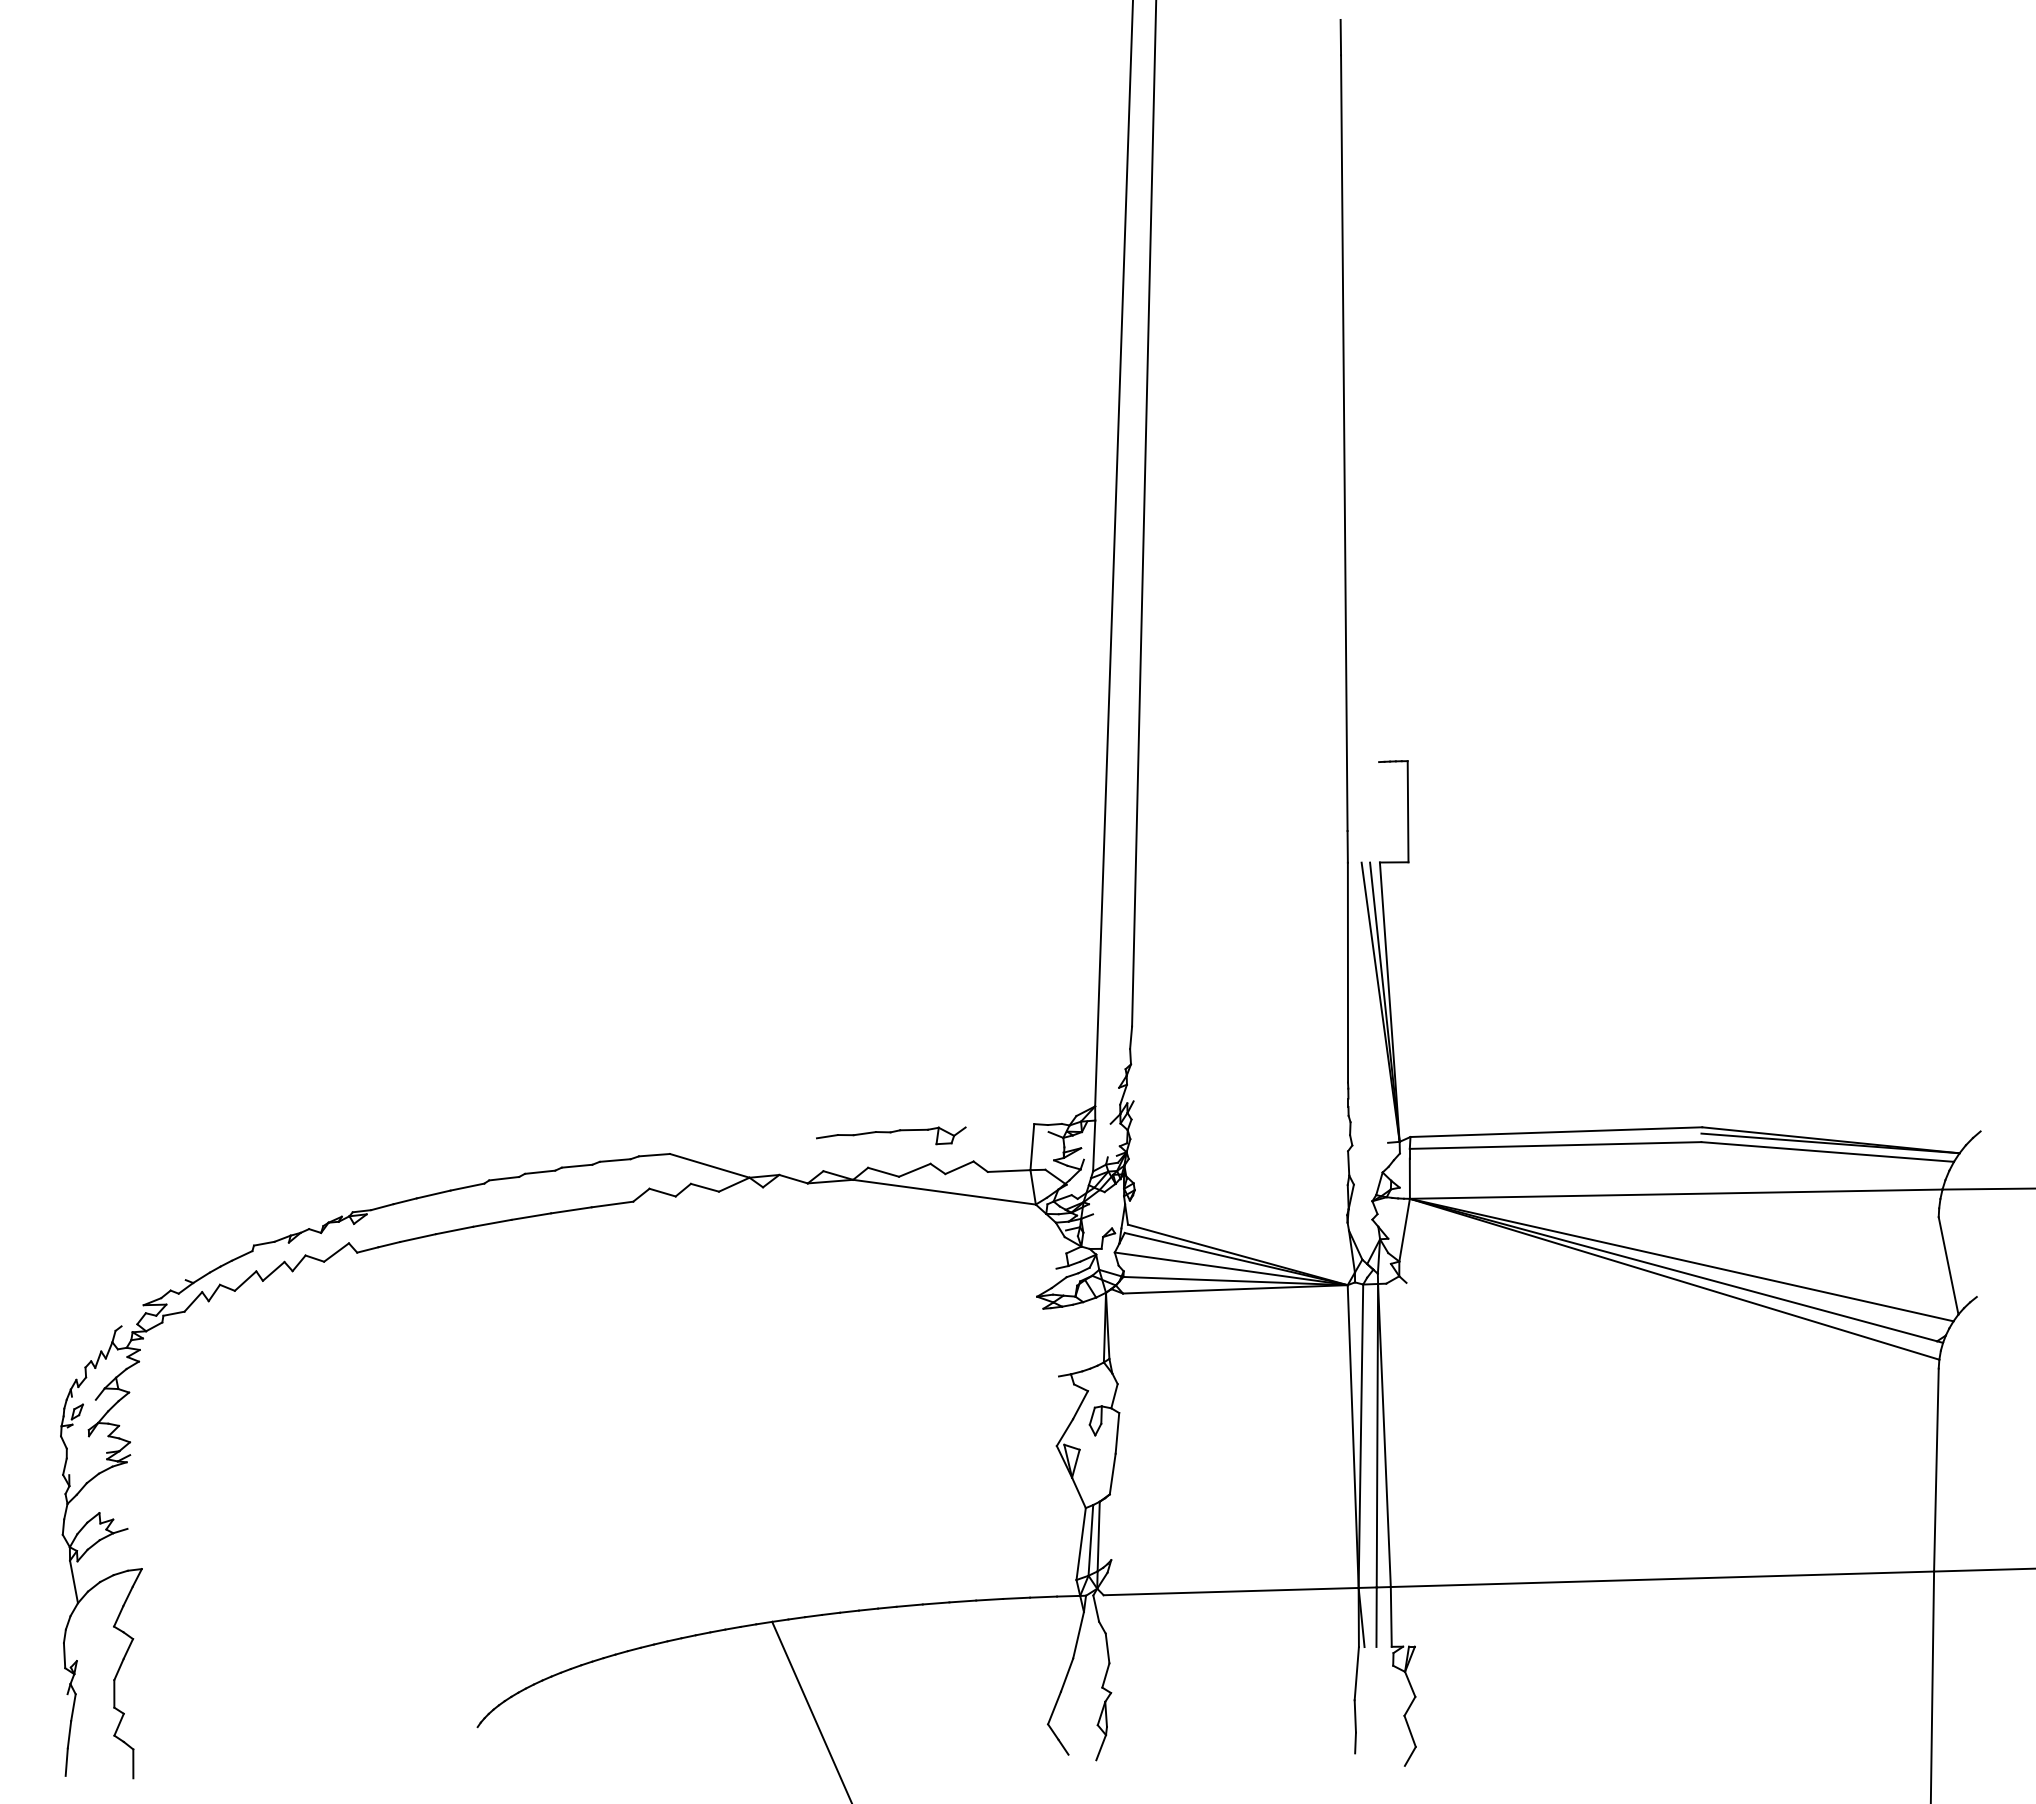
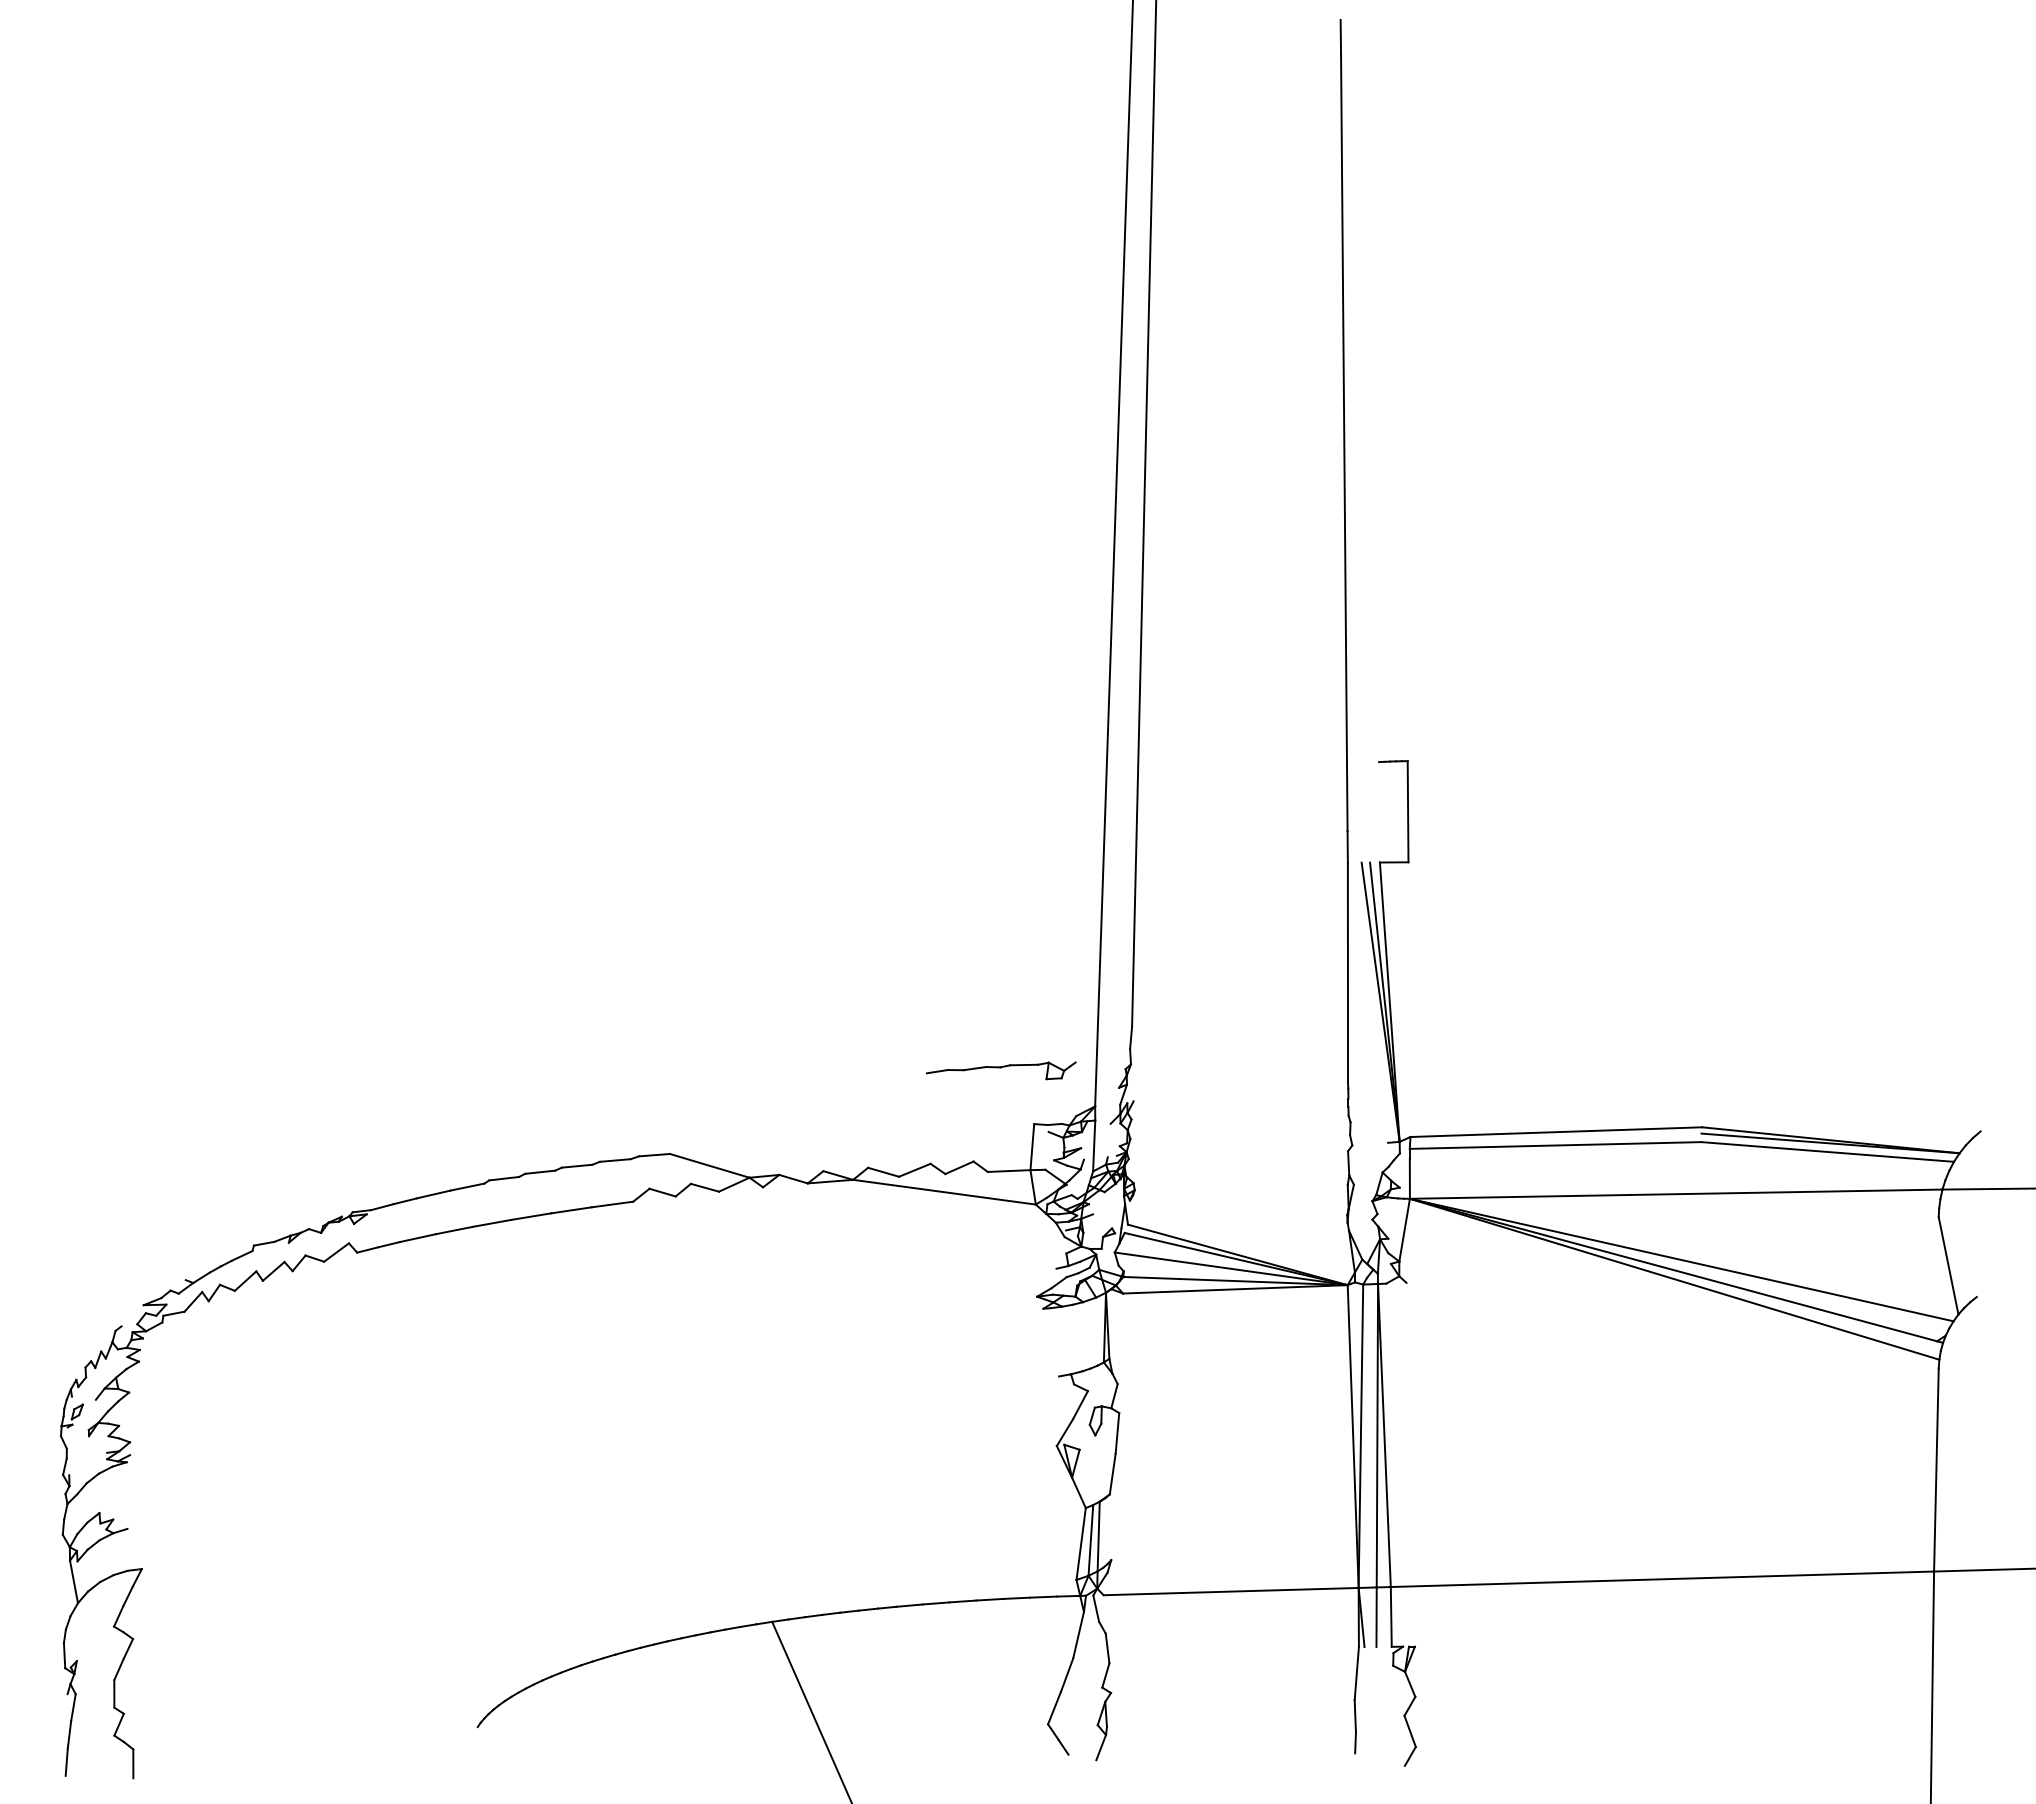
part at (891, 1135) position: (891, 1135) -> (1001, 1070)
